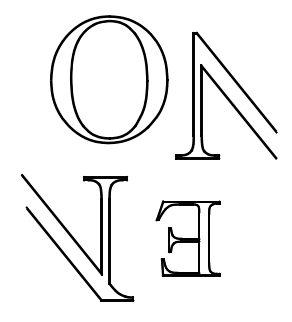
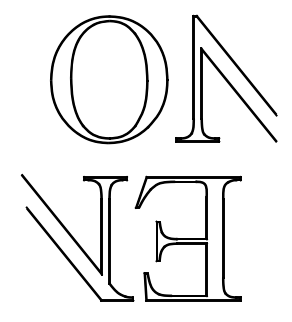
part at (226, 95) position: (226, 95) -> (226, 78)
part at (187, 238) size: 66x77 px -> 108x127 px
